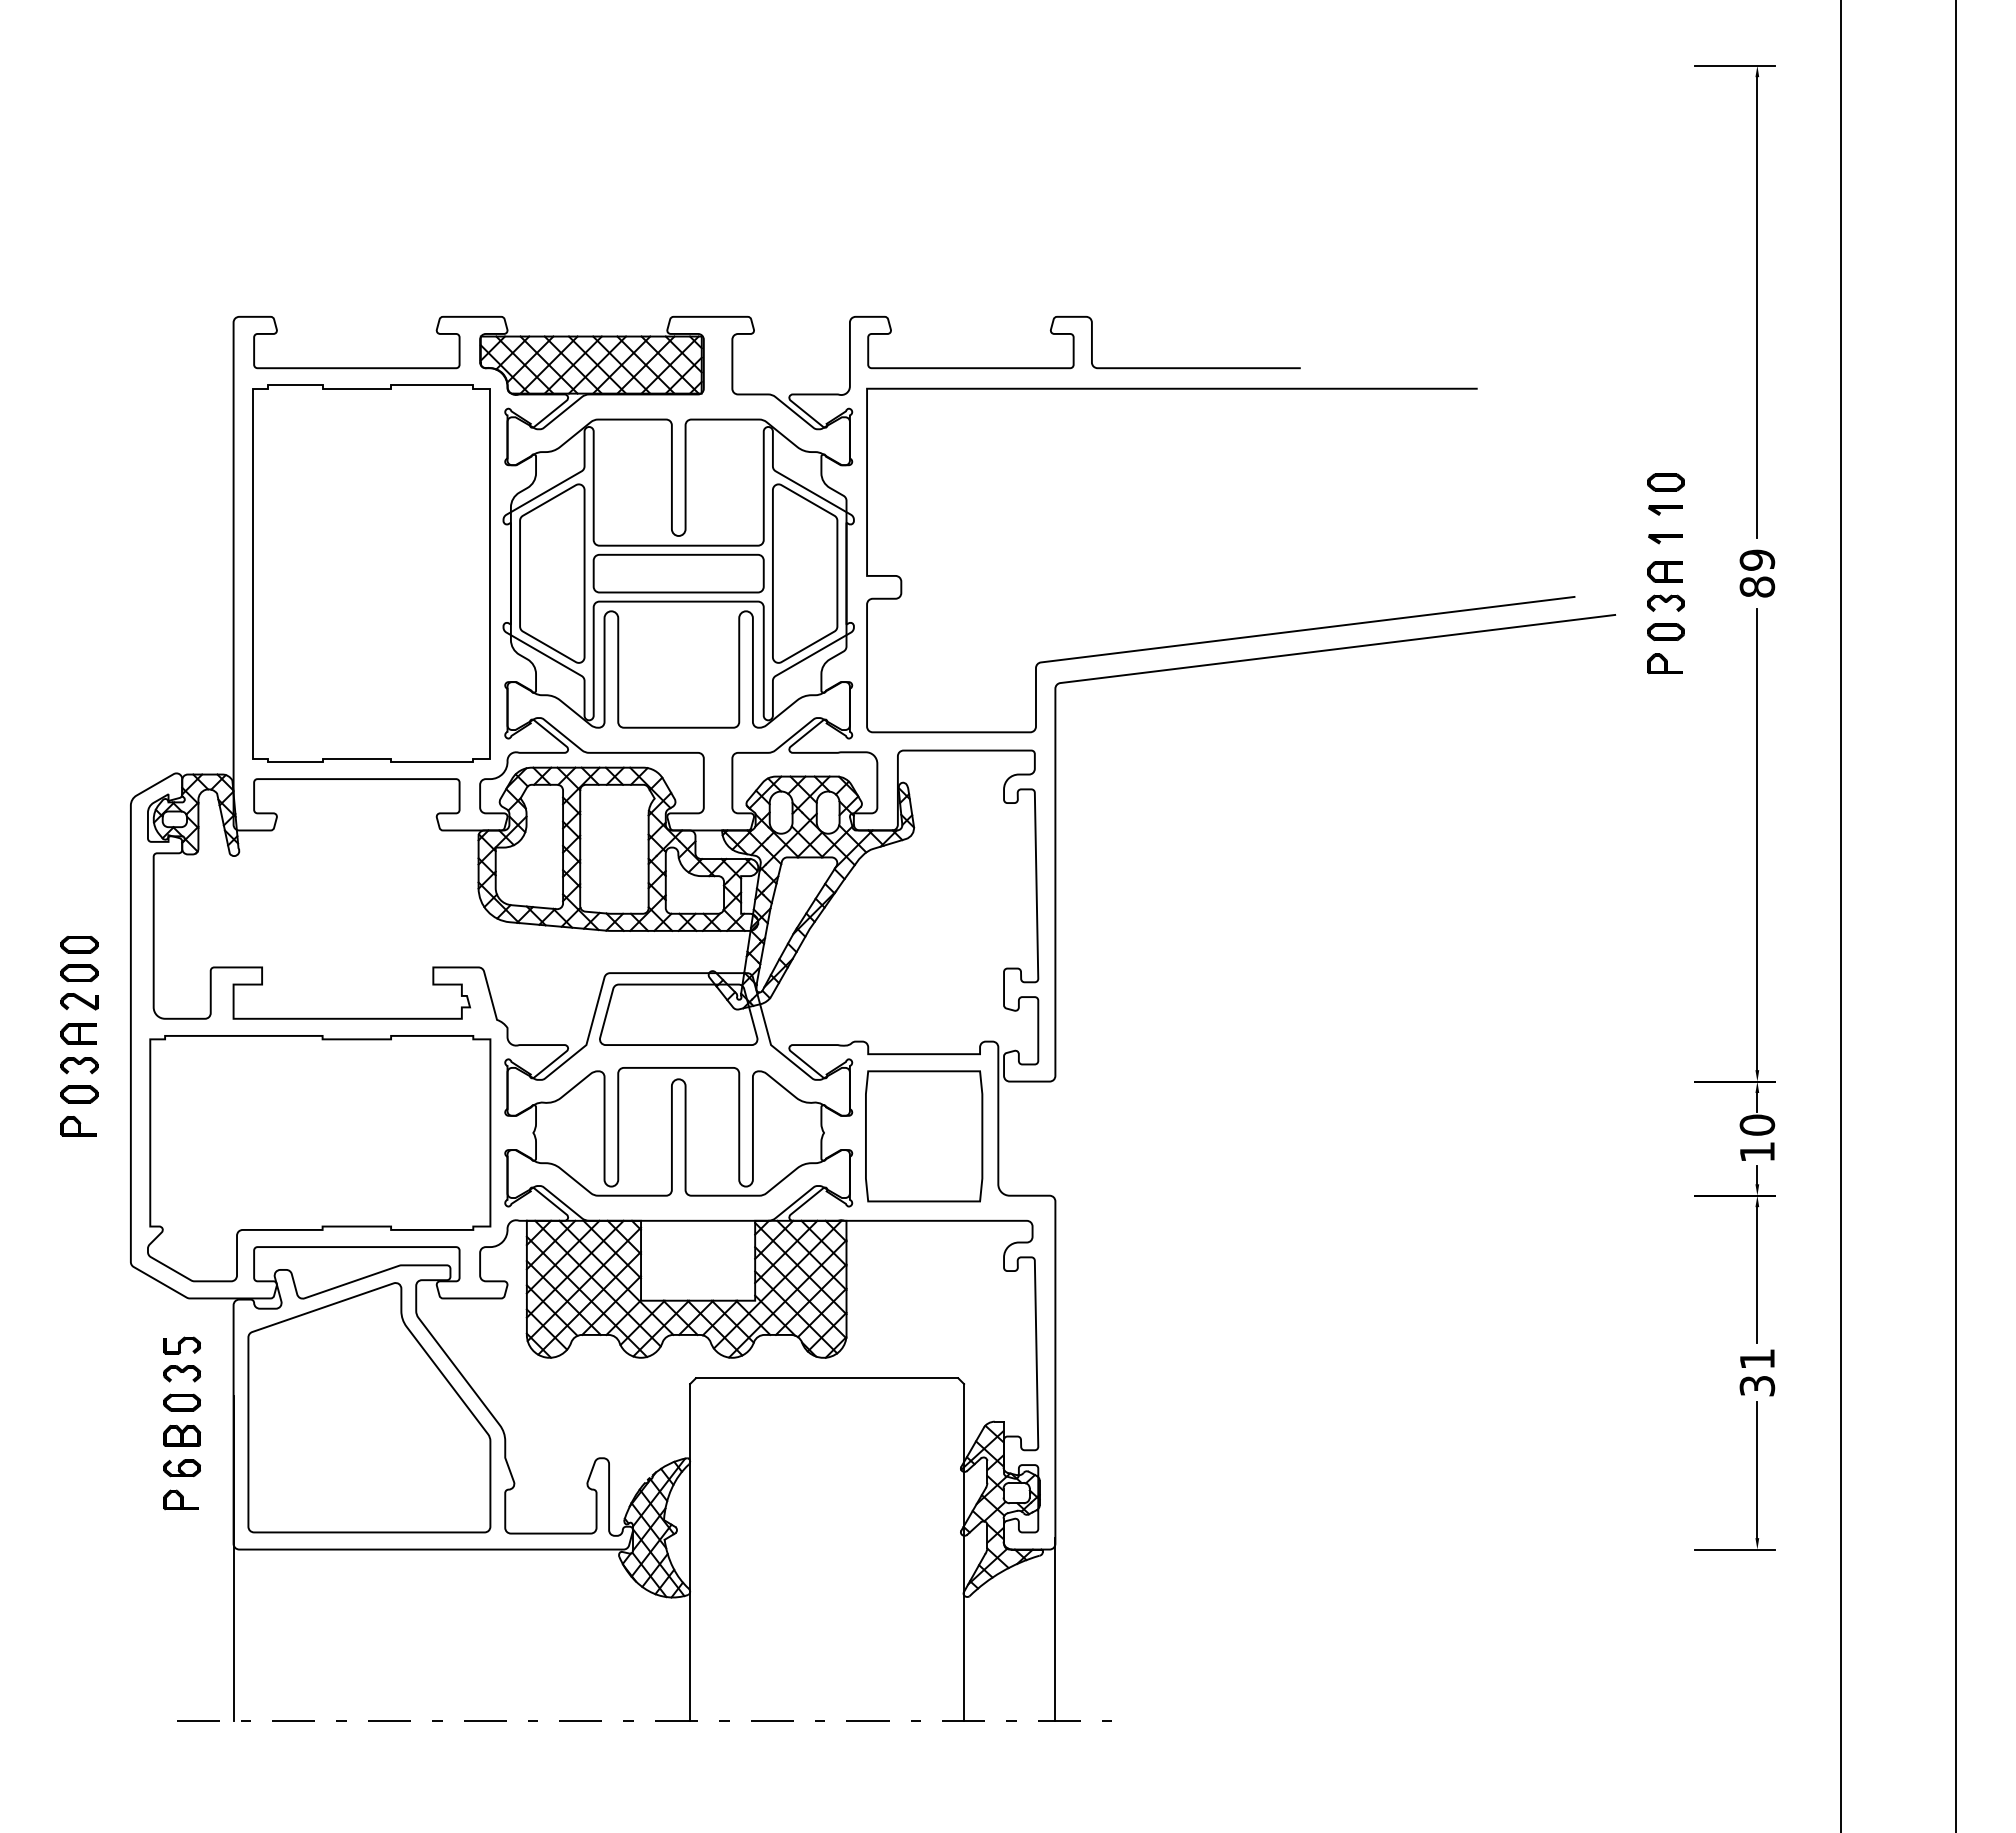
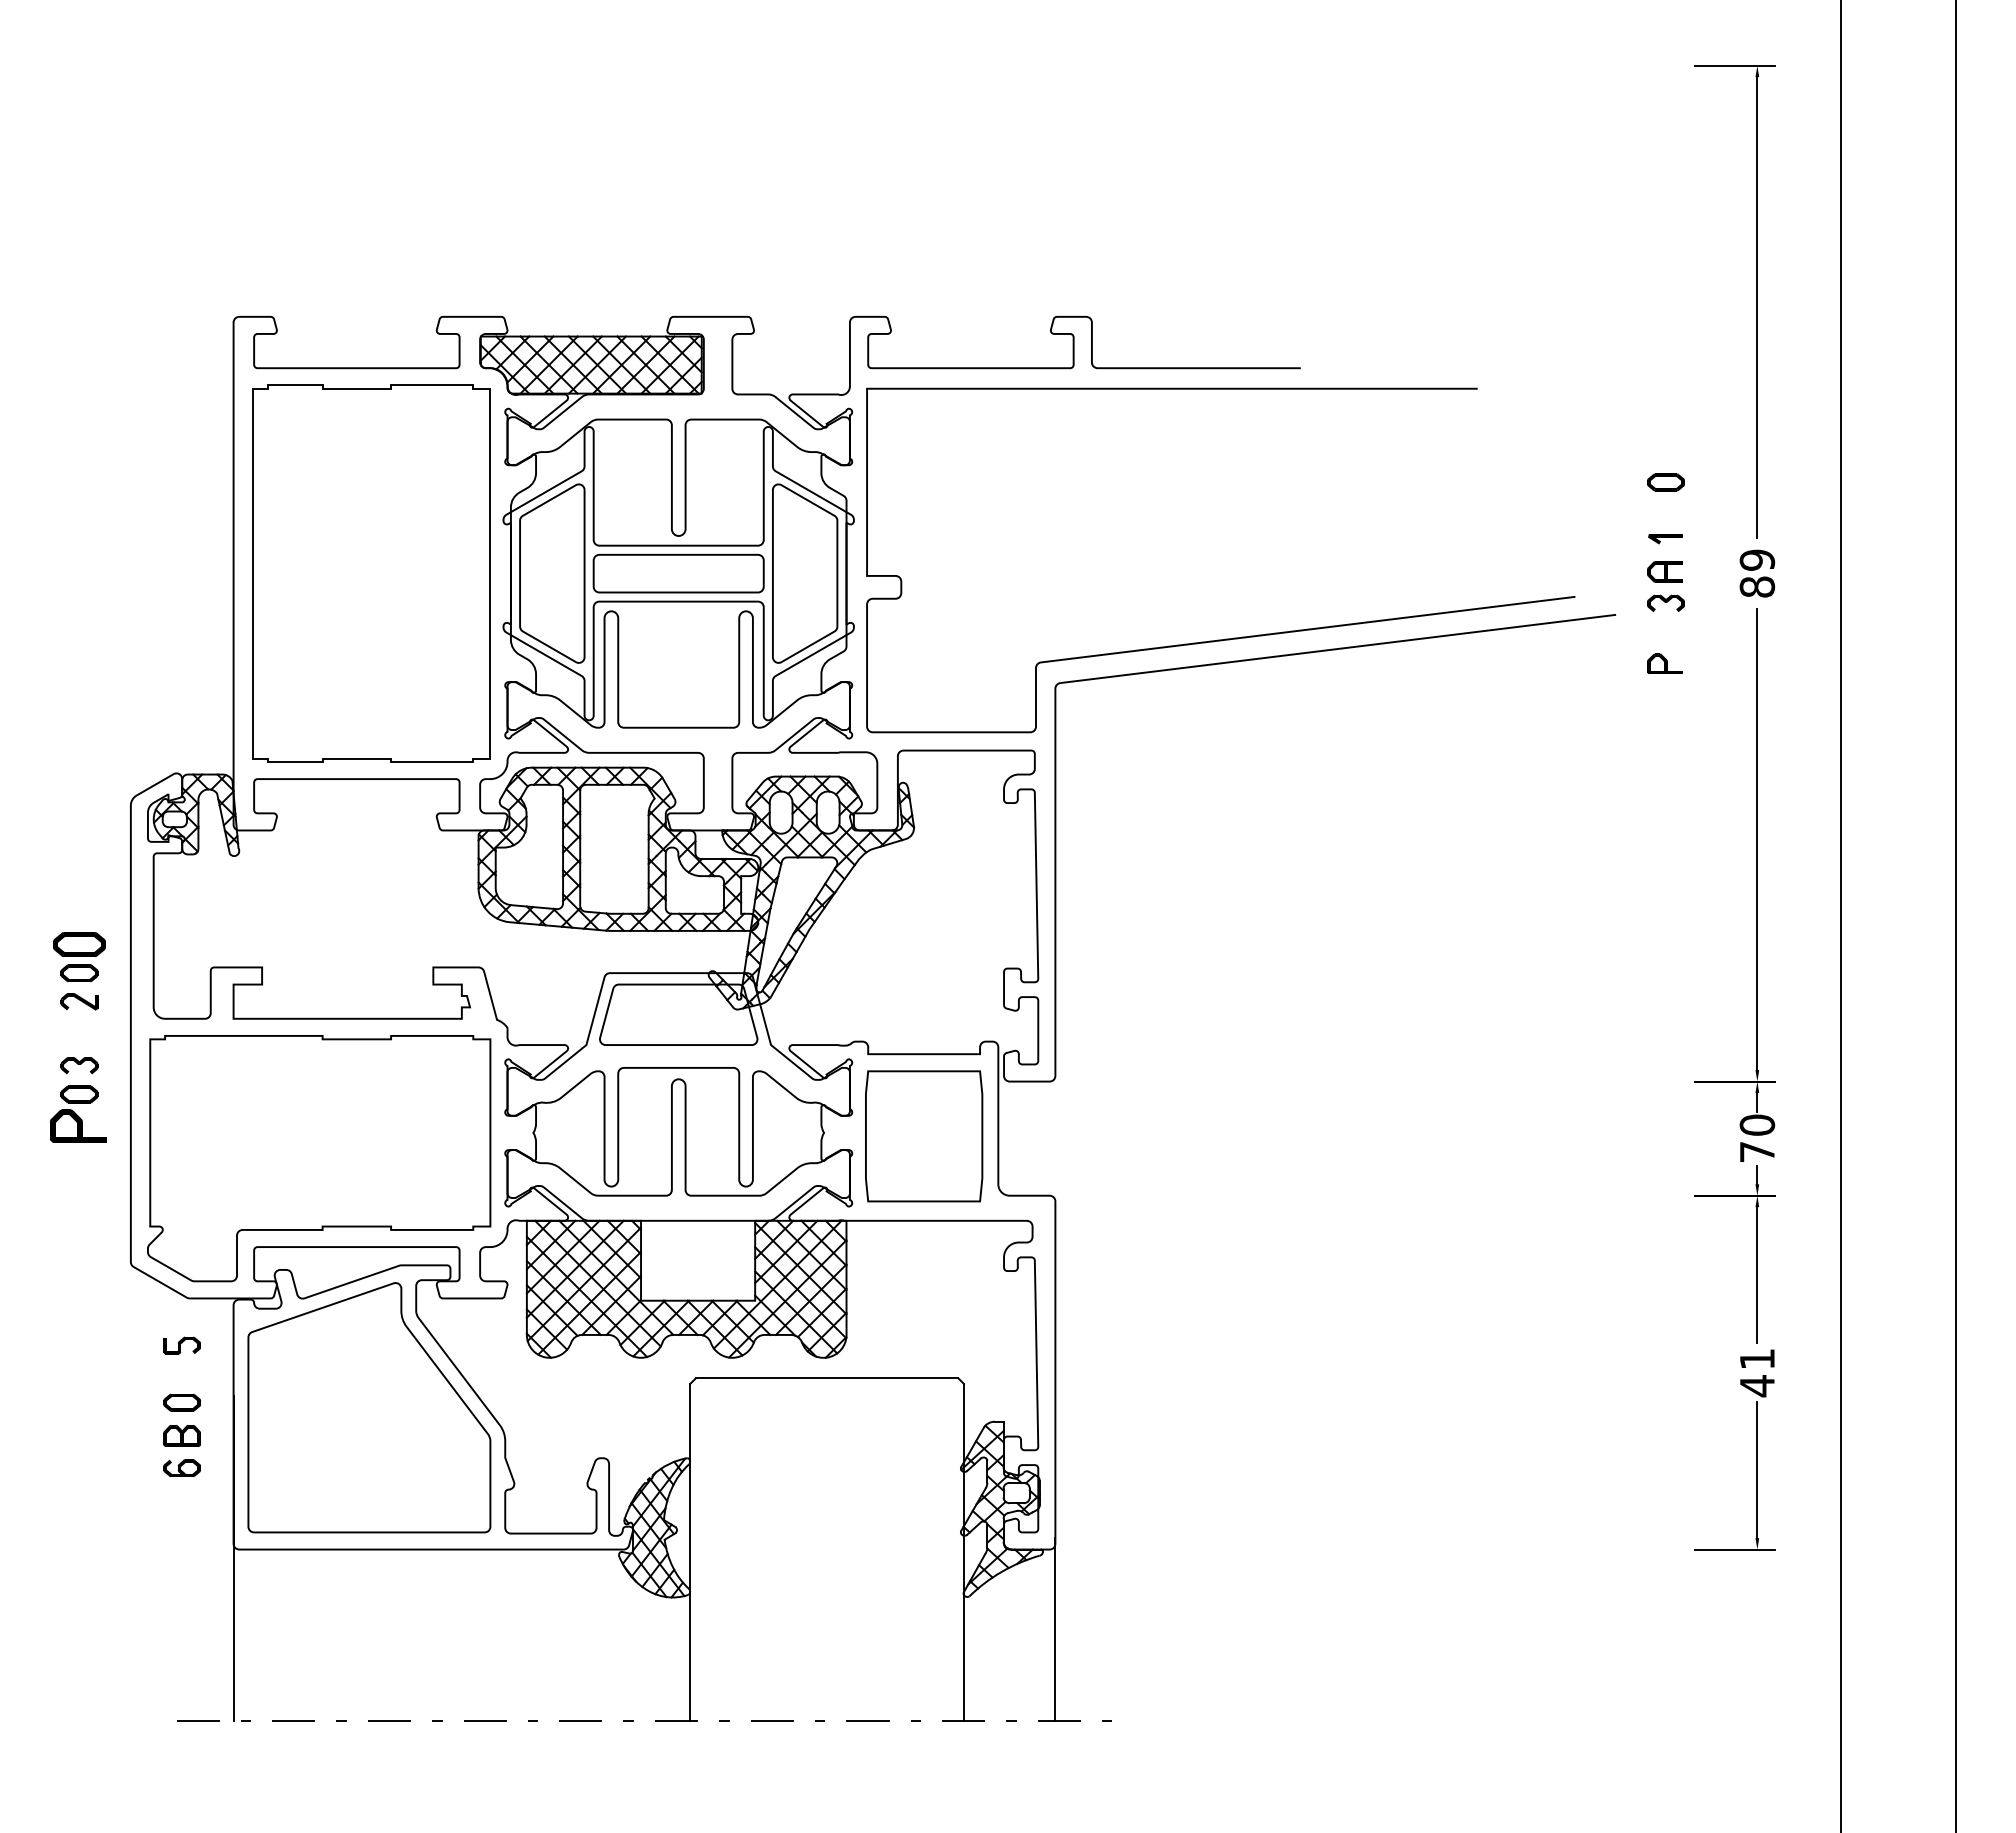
part at (1665, 510): present -> none
part at (1665, 631): present -> none
part at (79, 944) size: 39x18 px -> 53x26 px
part at (78, 1033): present -> none
part at (78, 1126) size: 37x21 px -> 58x34 px
text at (1757, 1151): 10 -> 70
part at (181, 1373): present -> none
text at (1757, 1386): 31 -> 41
part at (180, 1499): present -> none
